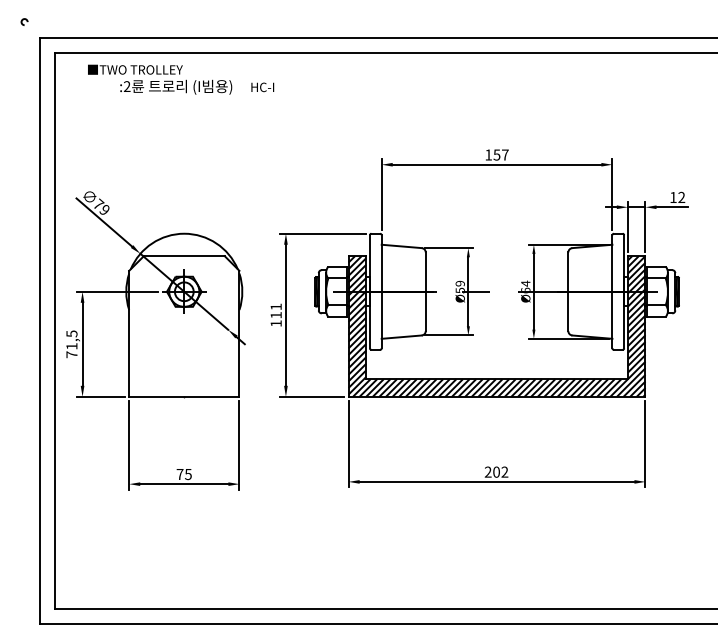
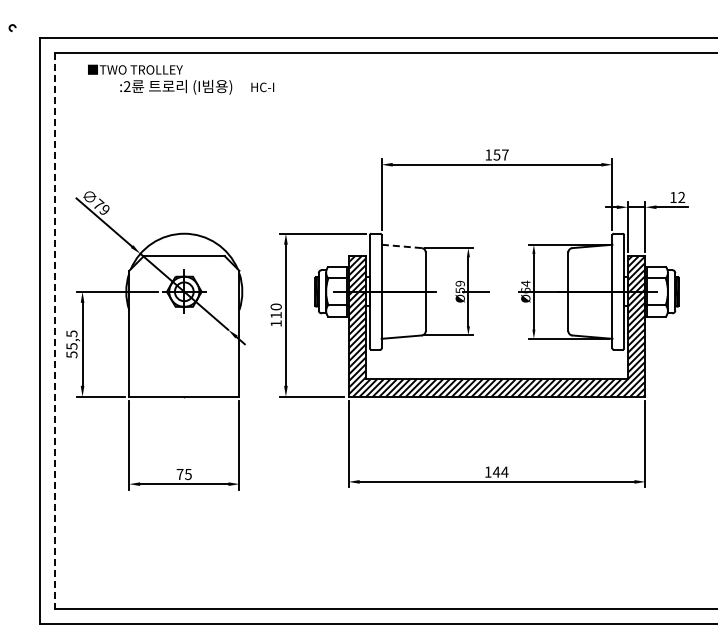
arc at (23, 20) position: (23, 20) -> (11, 26)
line at (401, 246): solid -> dashed
text at (275, 306): 111 -> 110
line at (55, 330): solid -> dashed
text at (71, 350): 71,5 -> 55,5
text at (496, 471): 202 -> 144
